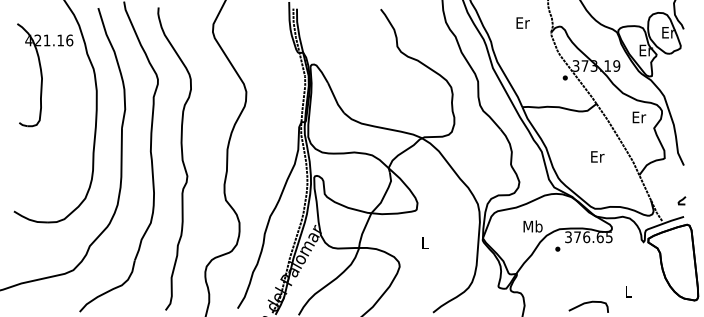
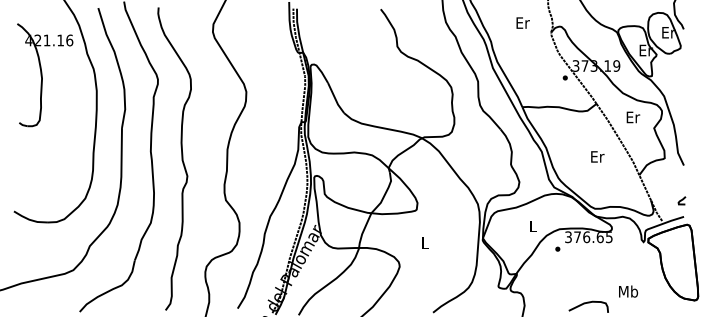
text at (639, 117) position: (639, 117) -> (633, 117)
text at (532, 226): Mb -> L
text at (628, 291): L -> Mb
